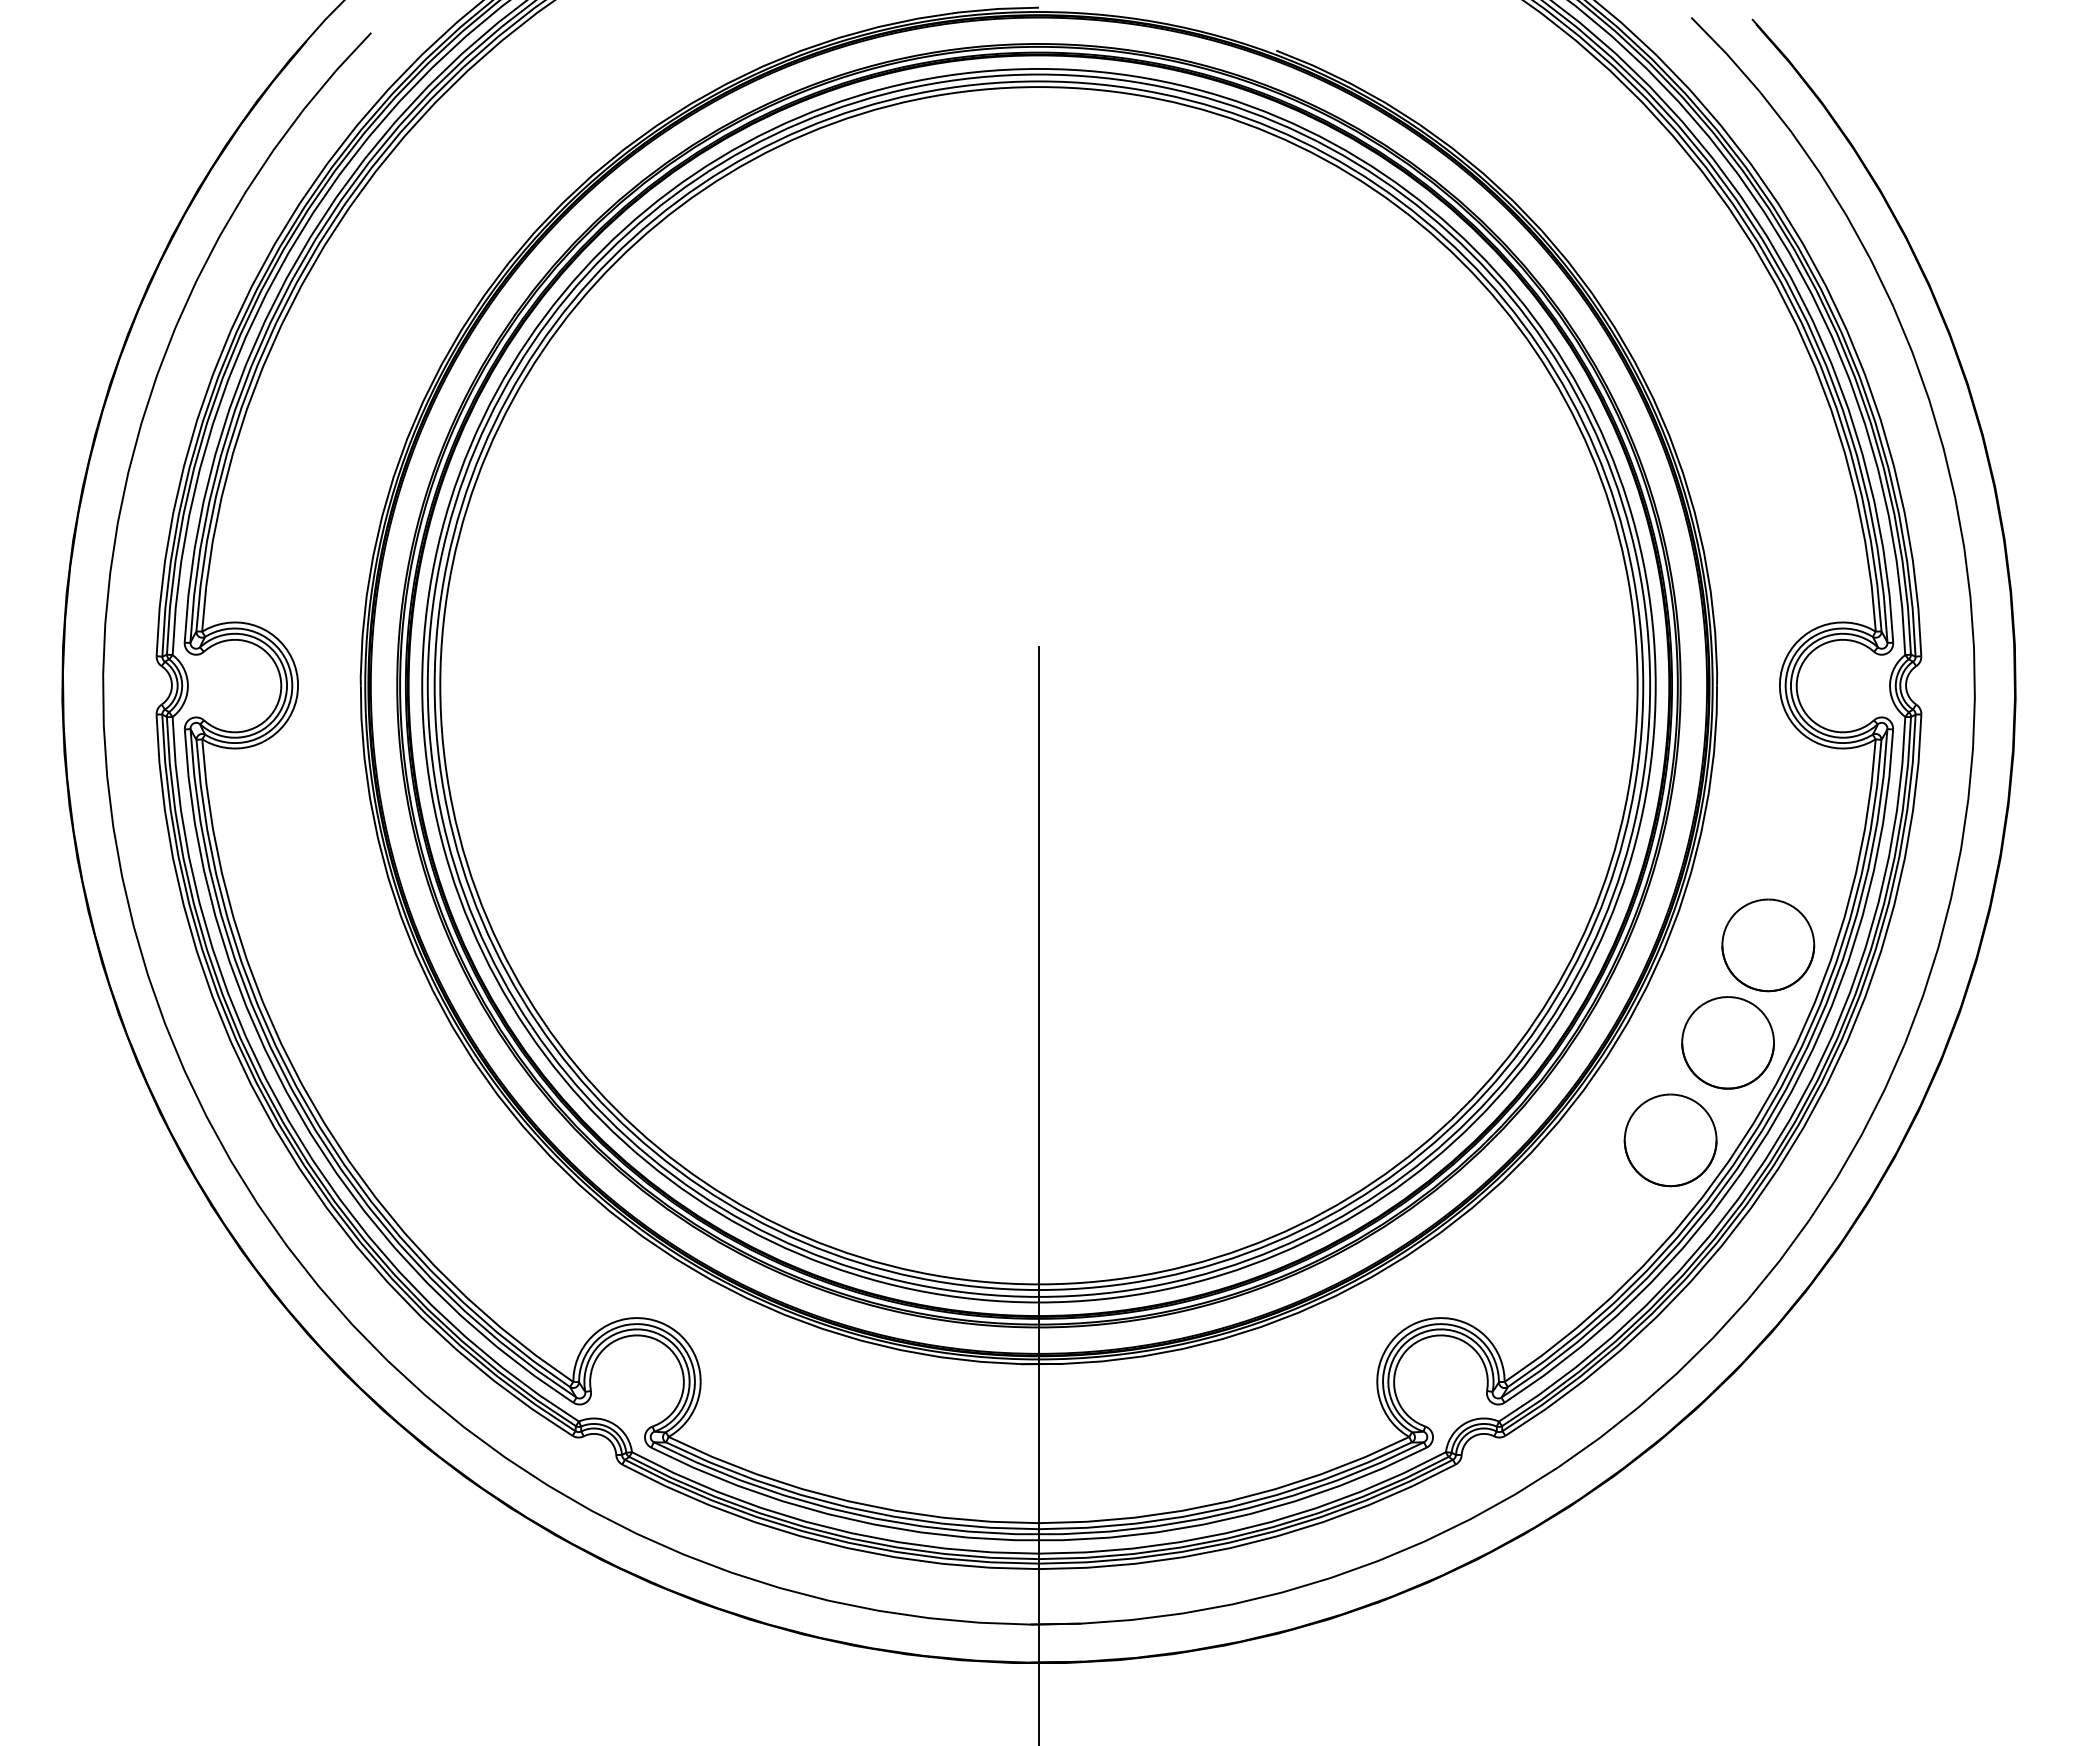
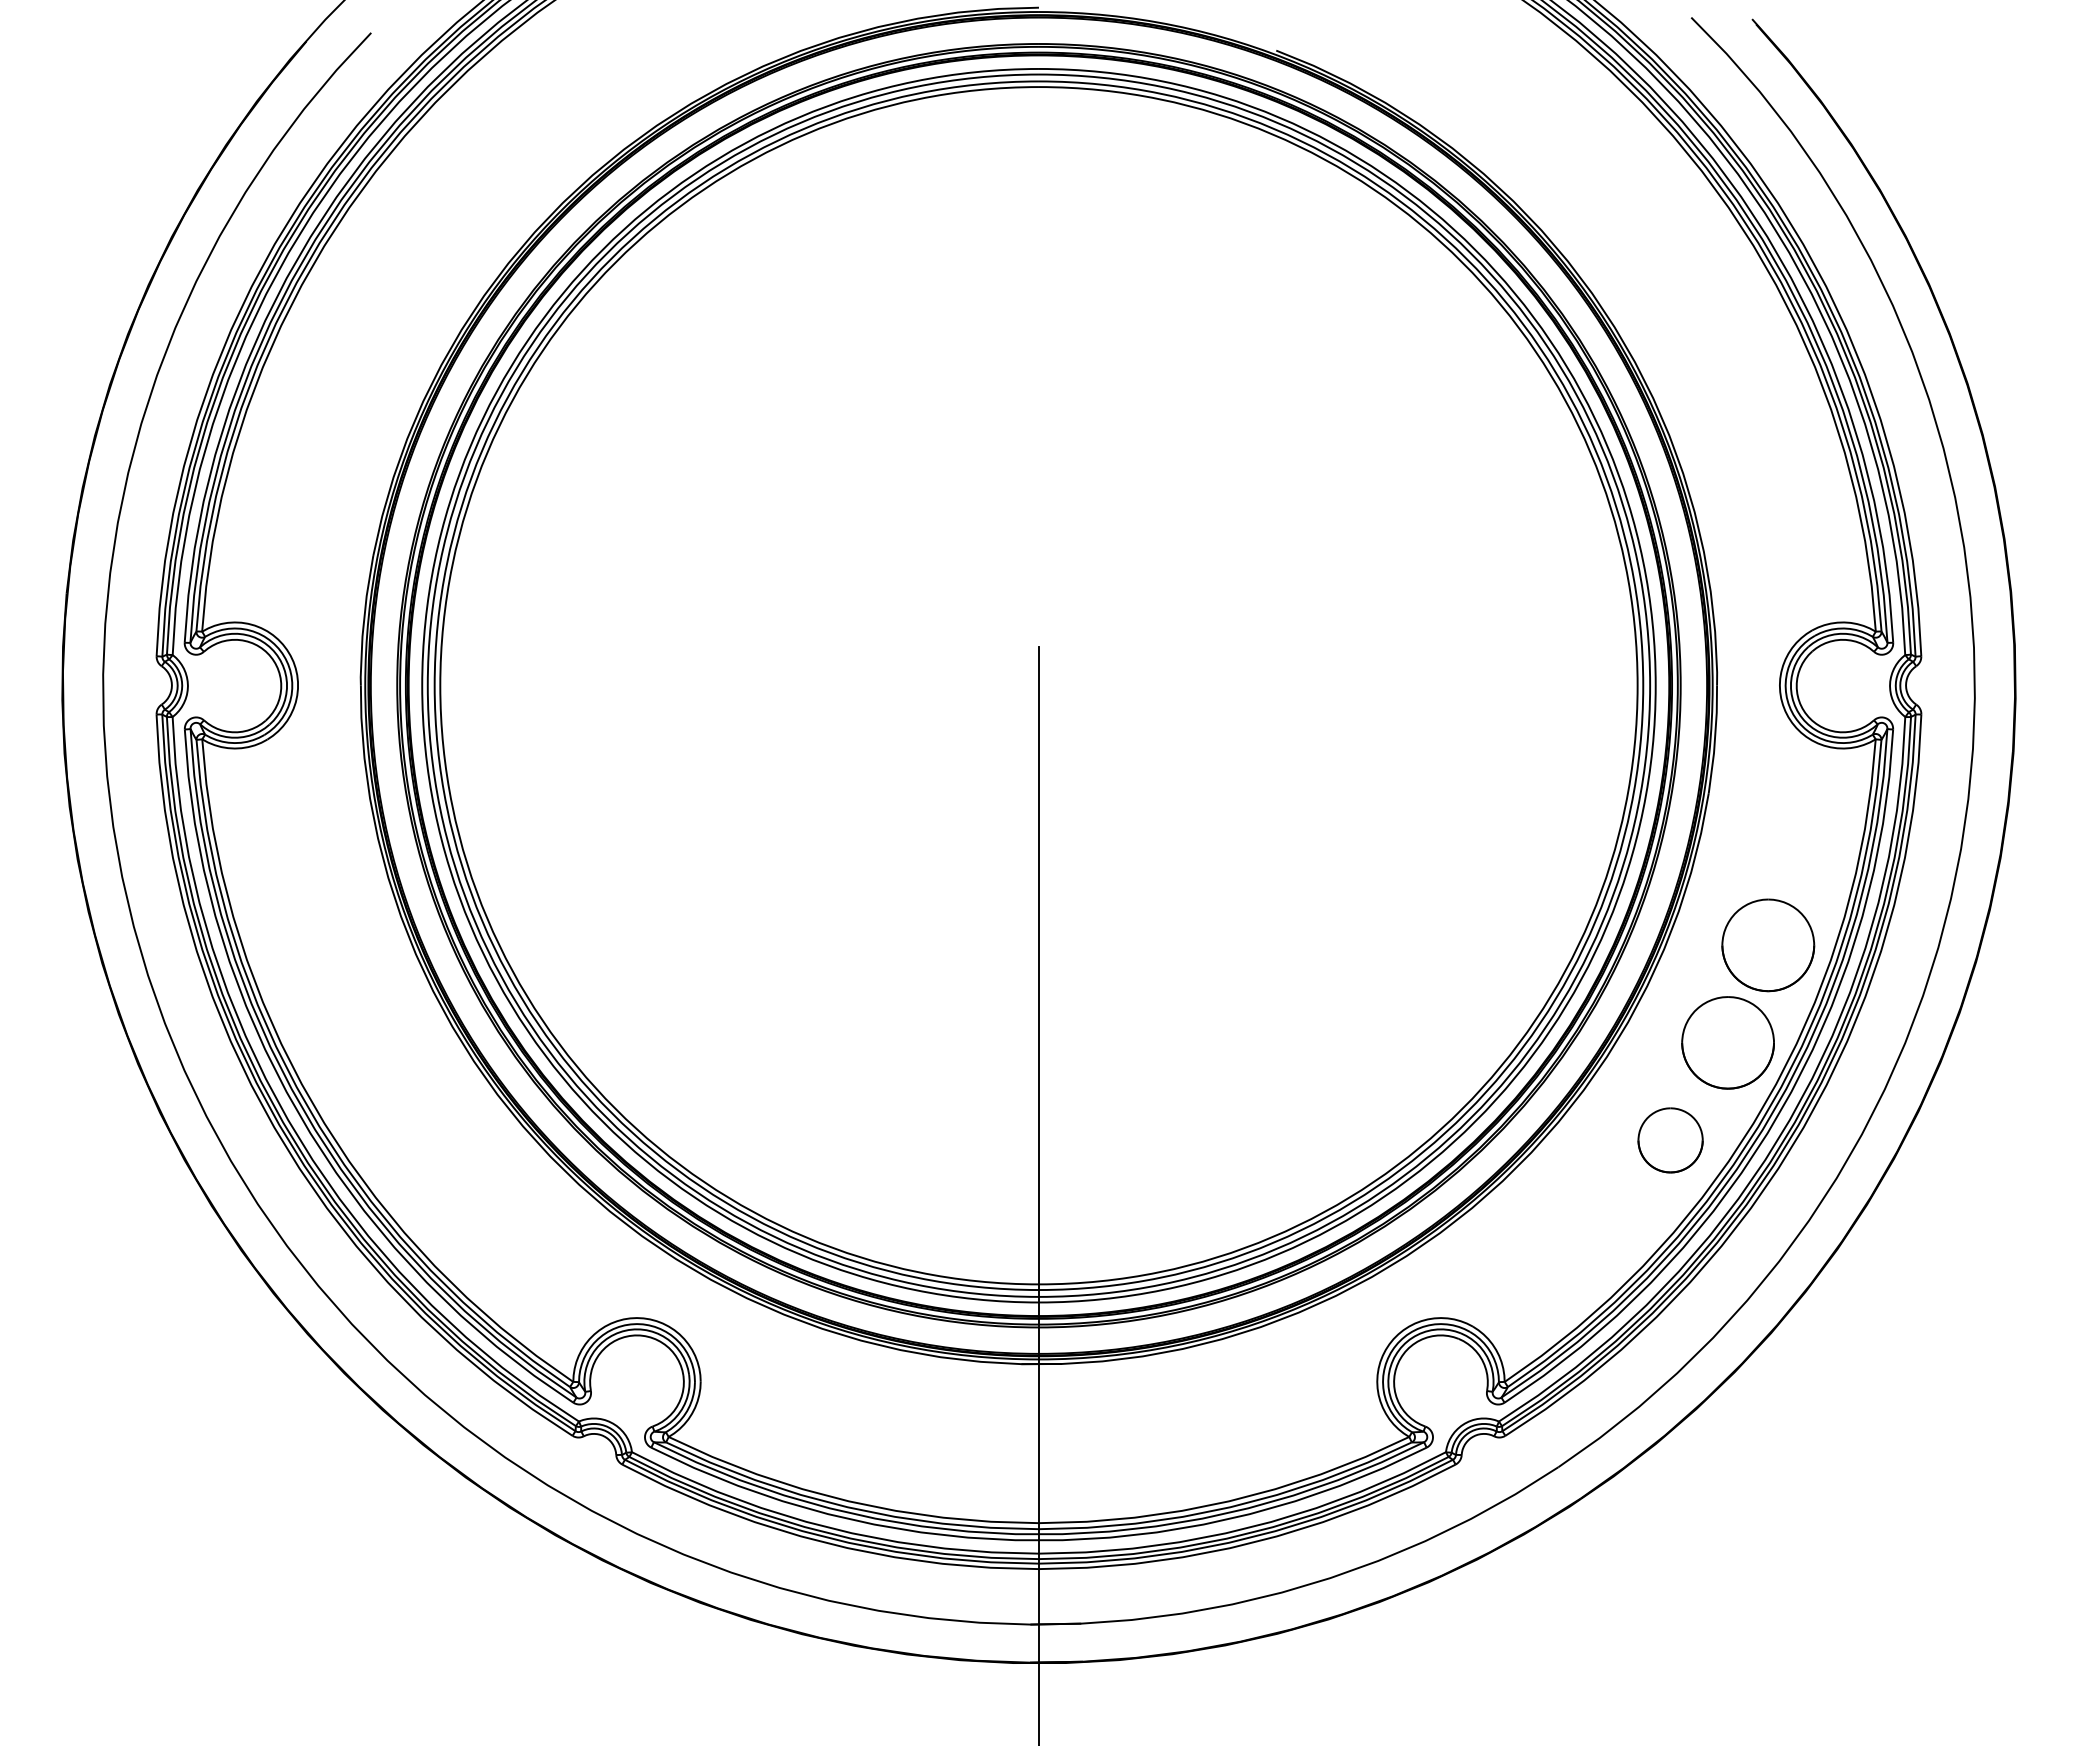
part at (1670, 1140) size: 95x95 px -> 67x67 px
